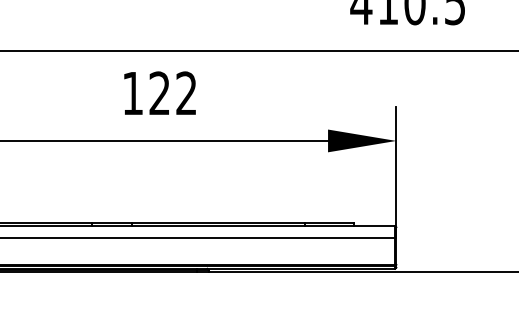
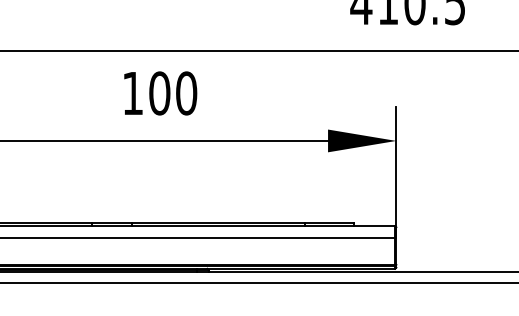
text at (173, 93): 122 -> 100
line at (258, 283): none -> present
